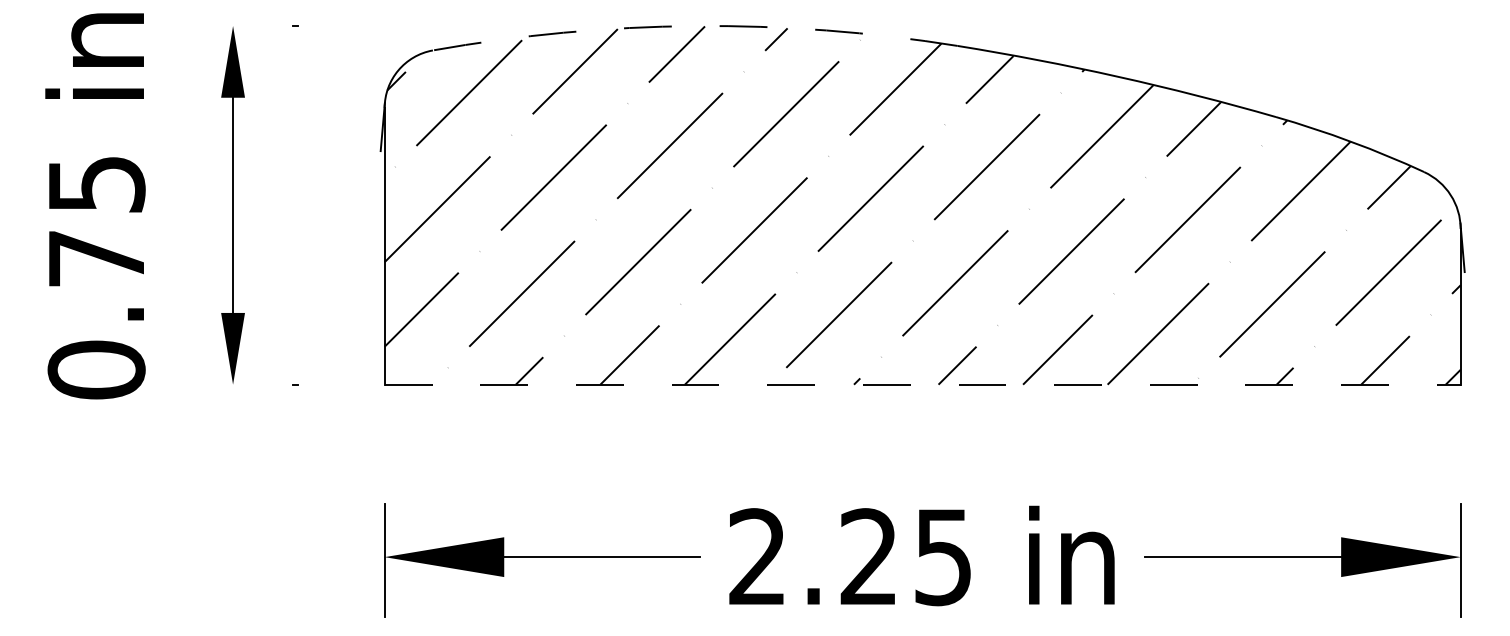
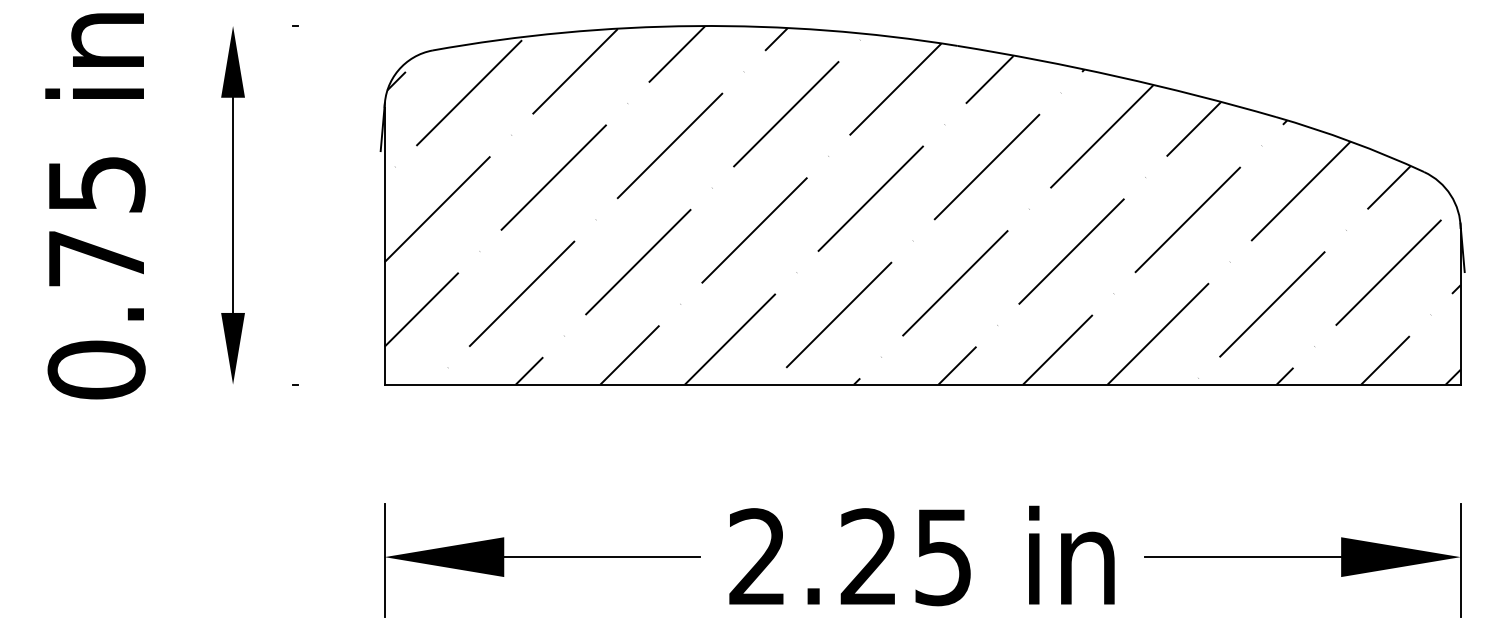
arc at (695, 26): dashed -> solid
line at (923, 384): dashed -> solid
